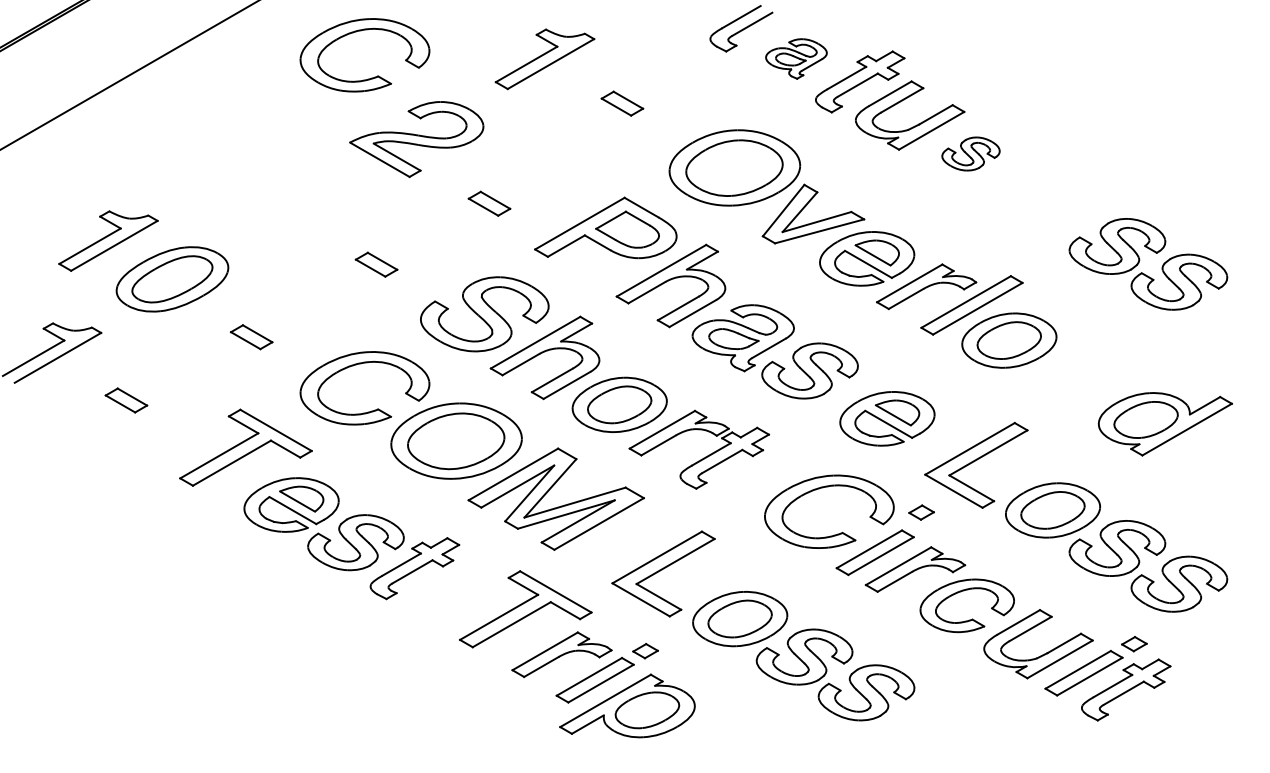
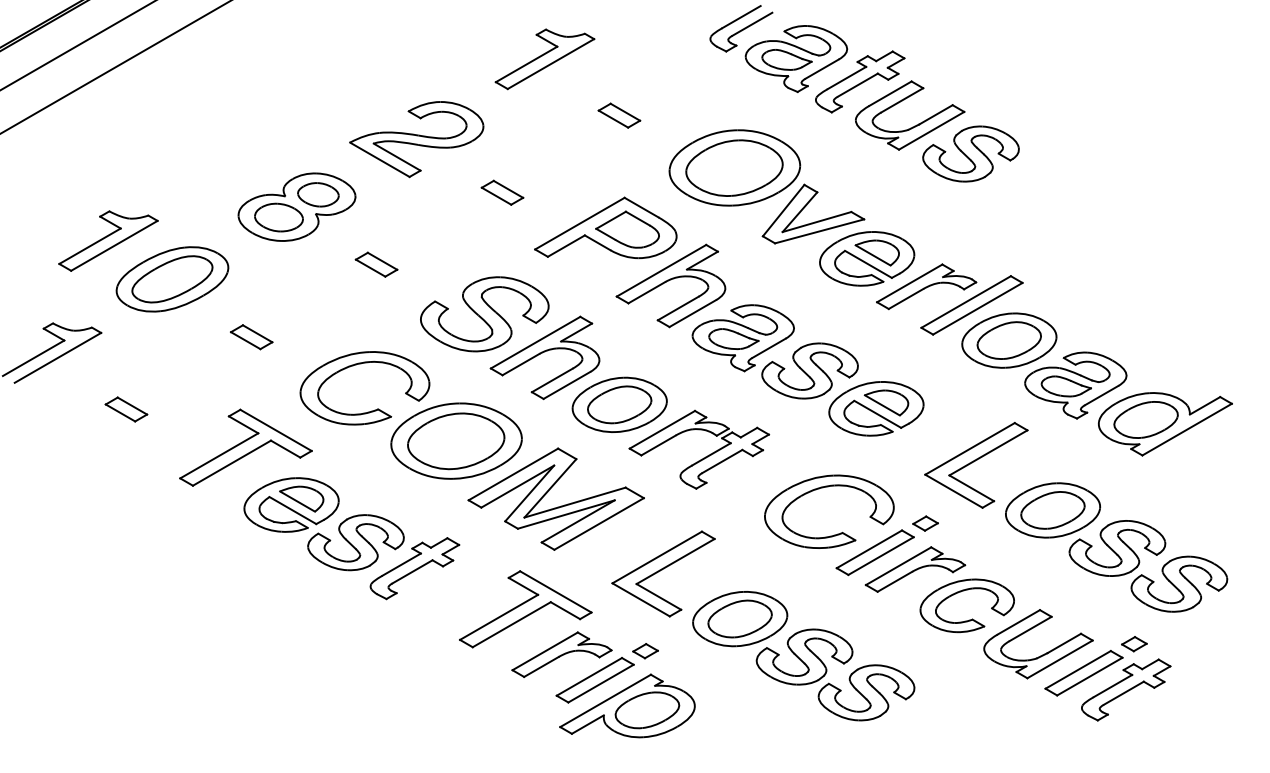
line at (77, 45): none -> present
part at (796, 58) size: 63x42 px -> 105x68 px
line at (129, 75) position: (129, 75) -> (115, 67)
part at (371, 77): present -> none
part at (622, 103) position: (622, 103) -> (619, 115)
part at (970, 153) size: 60x36 px -> 98x58 px
part at (489, 203) position: (489, 203) -> (502, 192)
part at (296, 206): none -> present
part at (1140, 260): present -> none
part at (1075, 385): none -> present
part at (126, 400) position: (126, 400) -> (126, 409)
part at (887, 418) position: (887, 418) -> (876, 408)
part at (921, 512) position: (921, 512) -> (925, 523)
